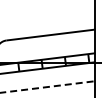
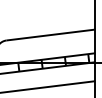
line at (47, 87): dashed -> solid
